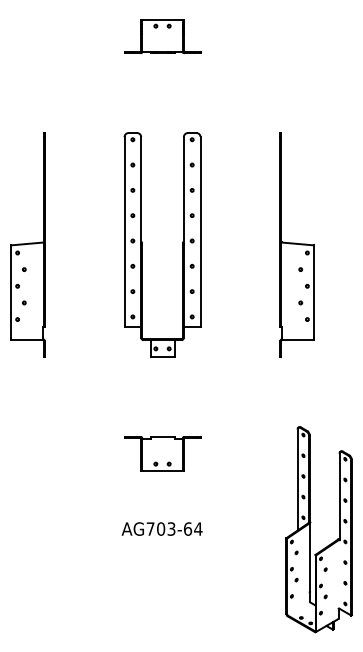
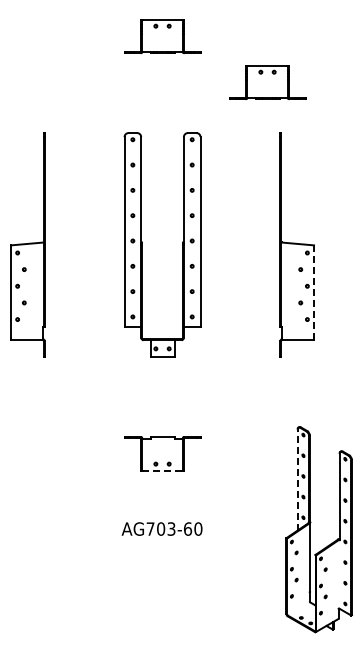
part at (267, 82): none -> present
line at (314, 292): solid -> dashed
line at (162, 470): solid -> dashed
line at (297, 480): solid -> dashed
text at (198, 528): AG703-64 -> AG703-60
